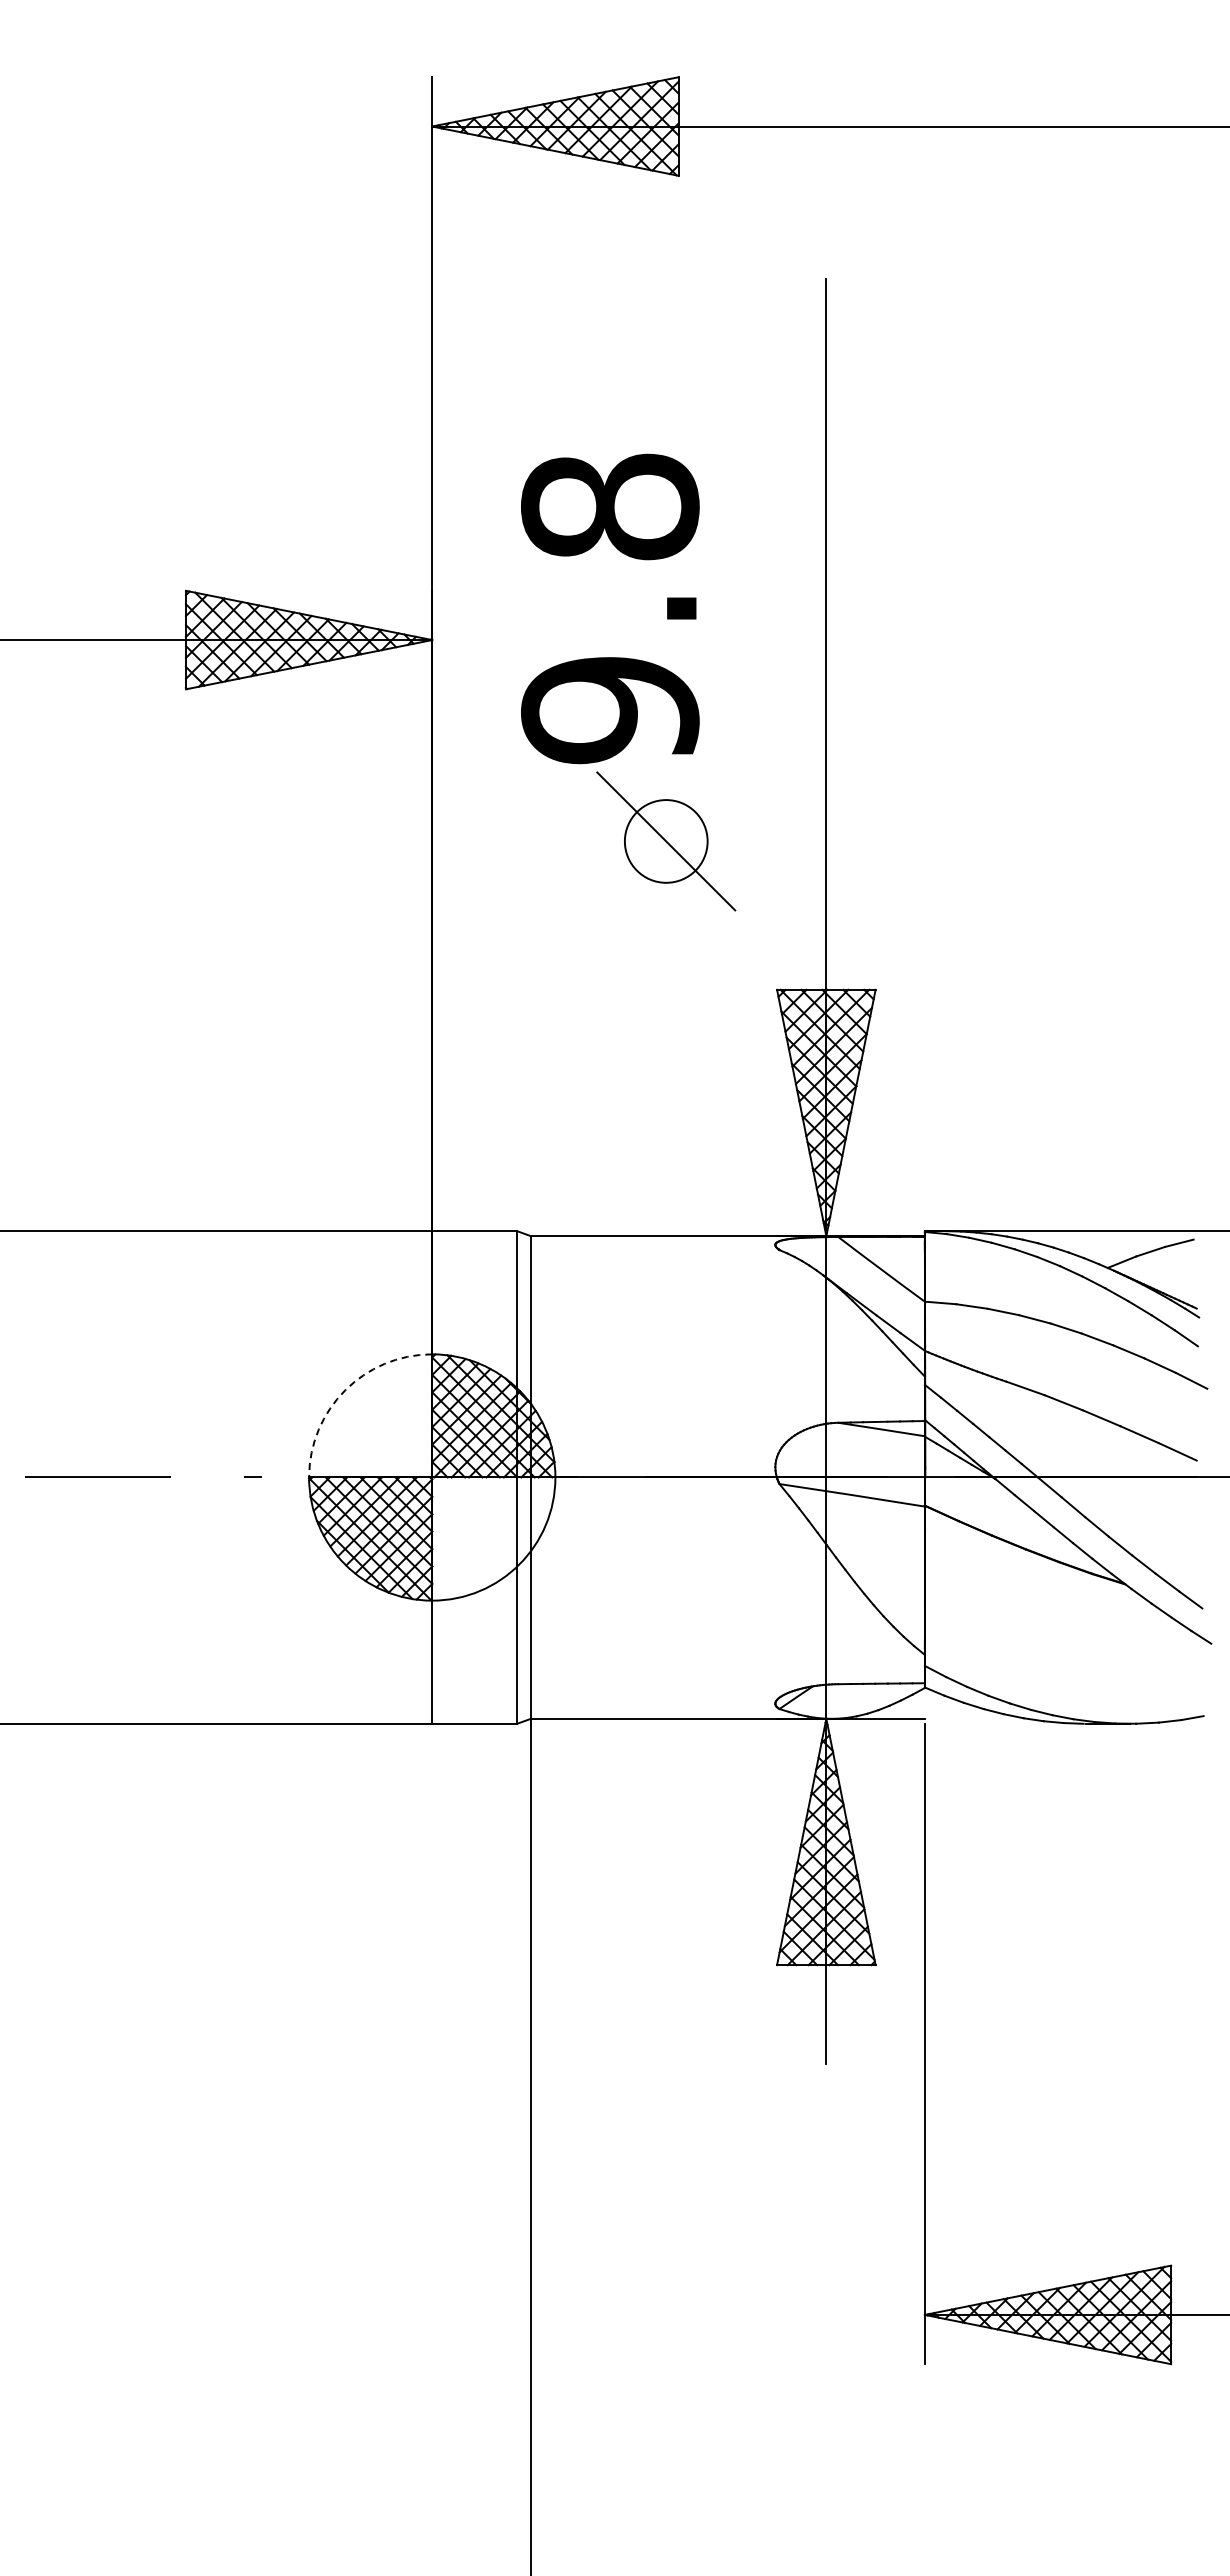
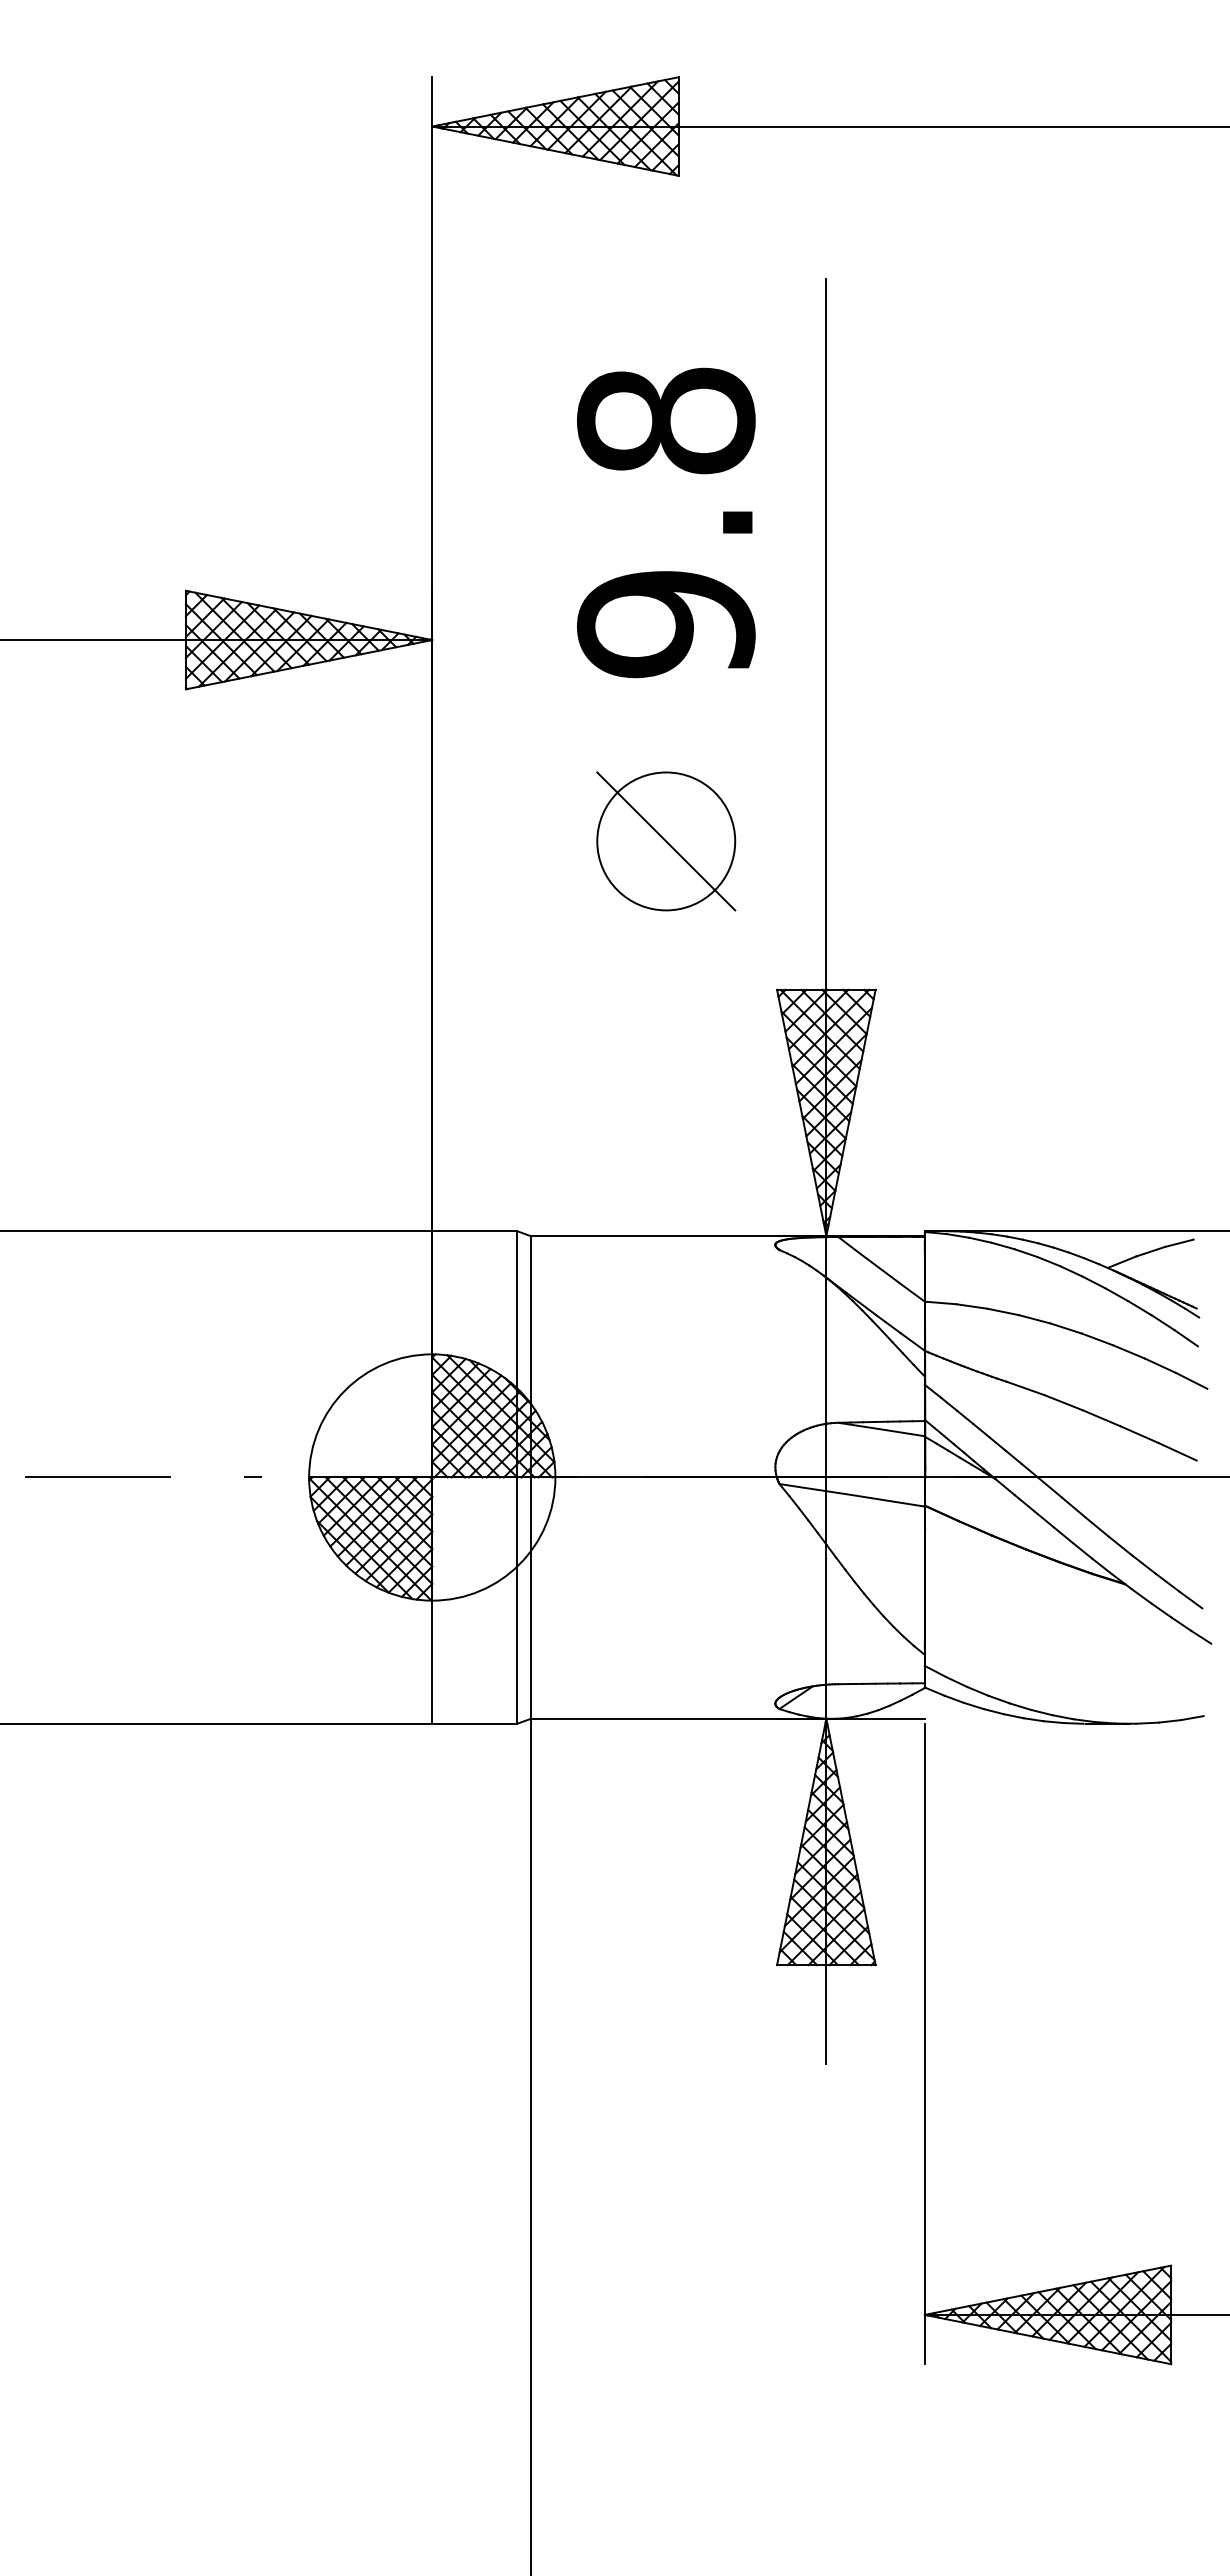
text at (610, 608) position: (610, 608) -> (666, 522)
circle at (665, 841) diameter: 83 px -> 138 px
arc at (345, 1390): dashed -> solid
